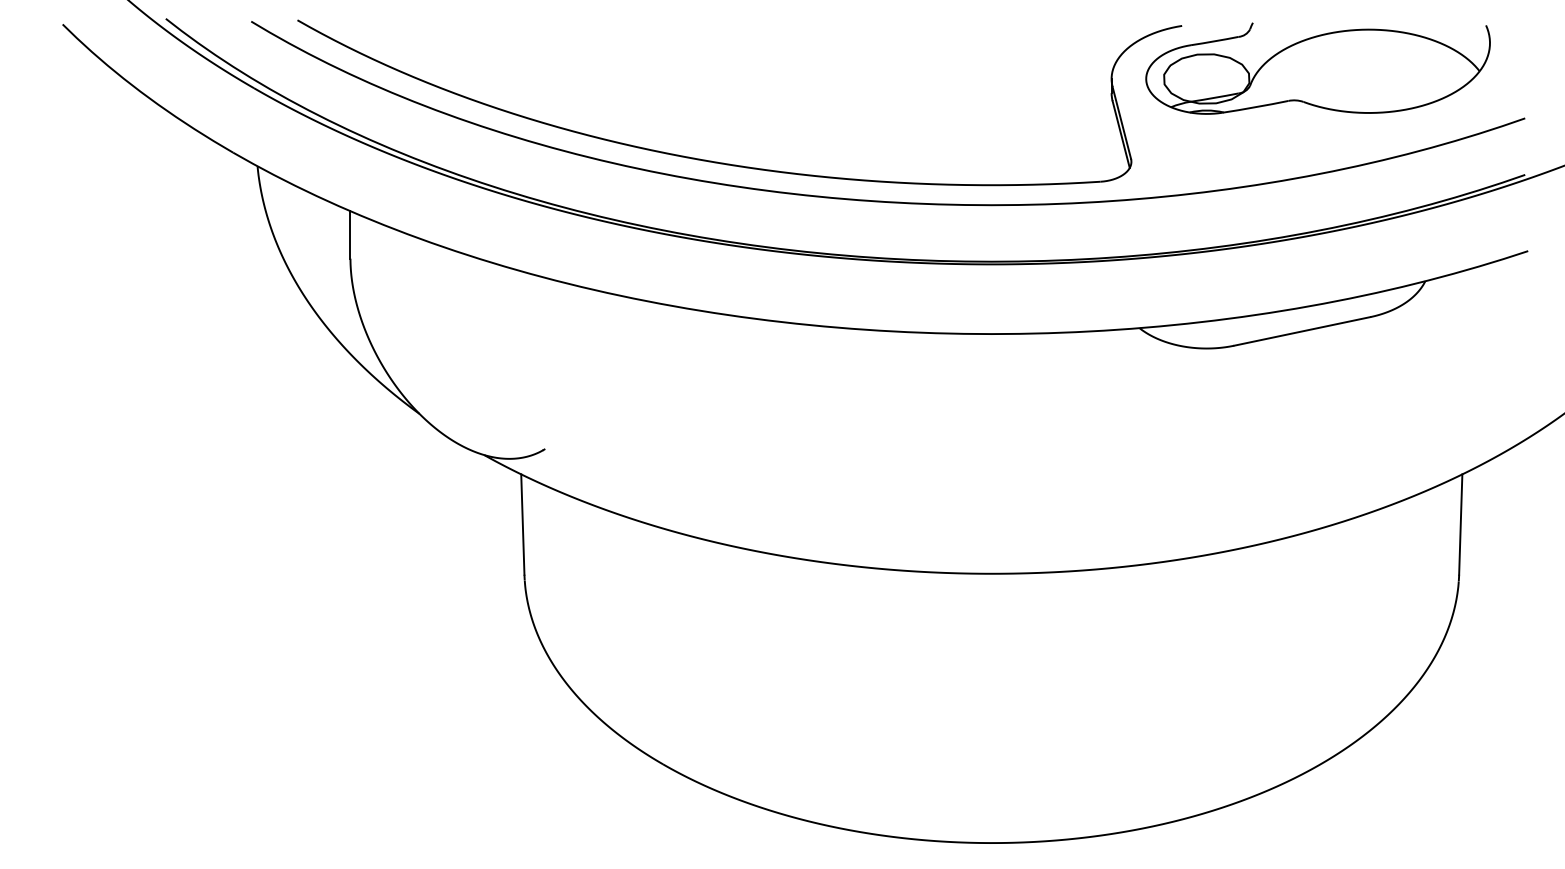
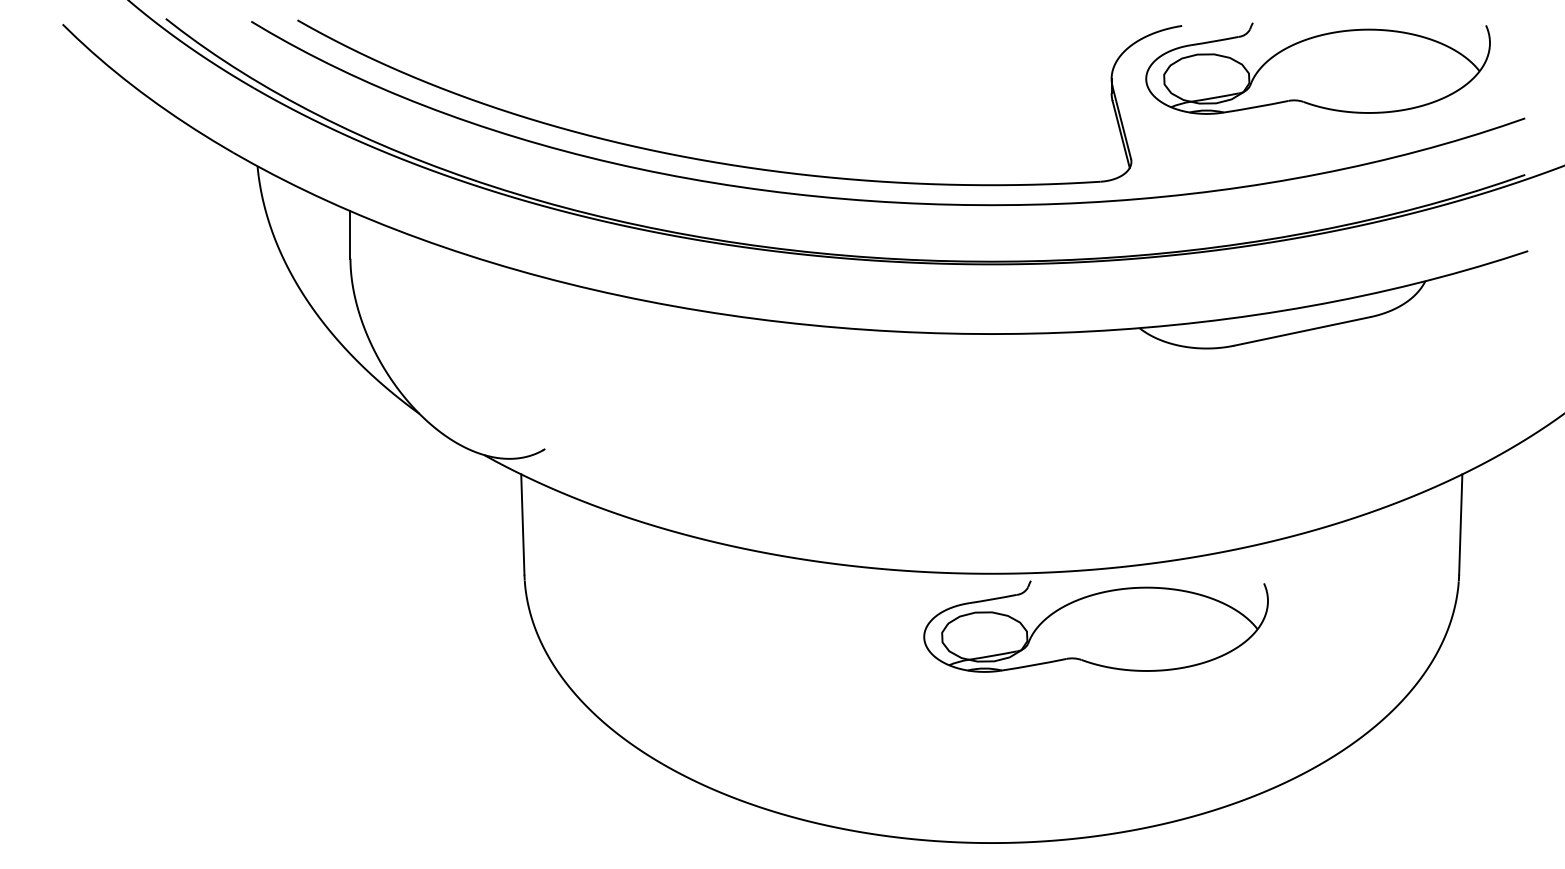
part at (1095, 626): none -> present
